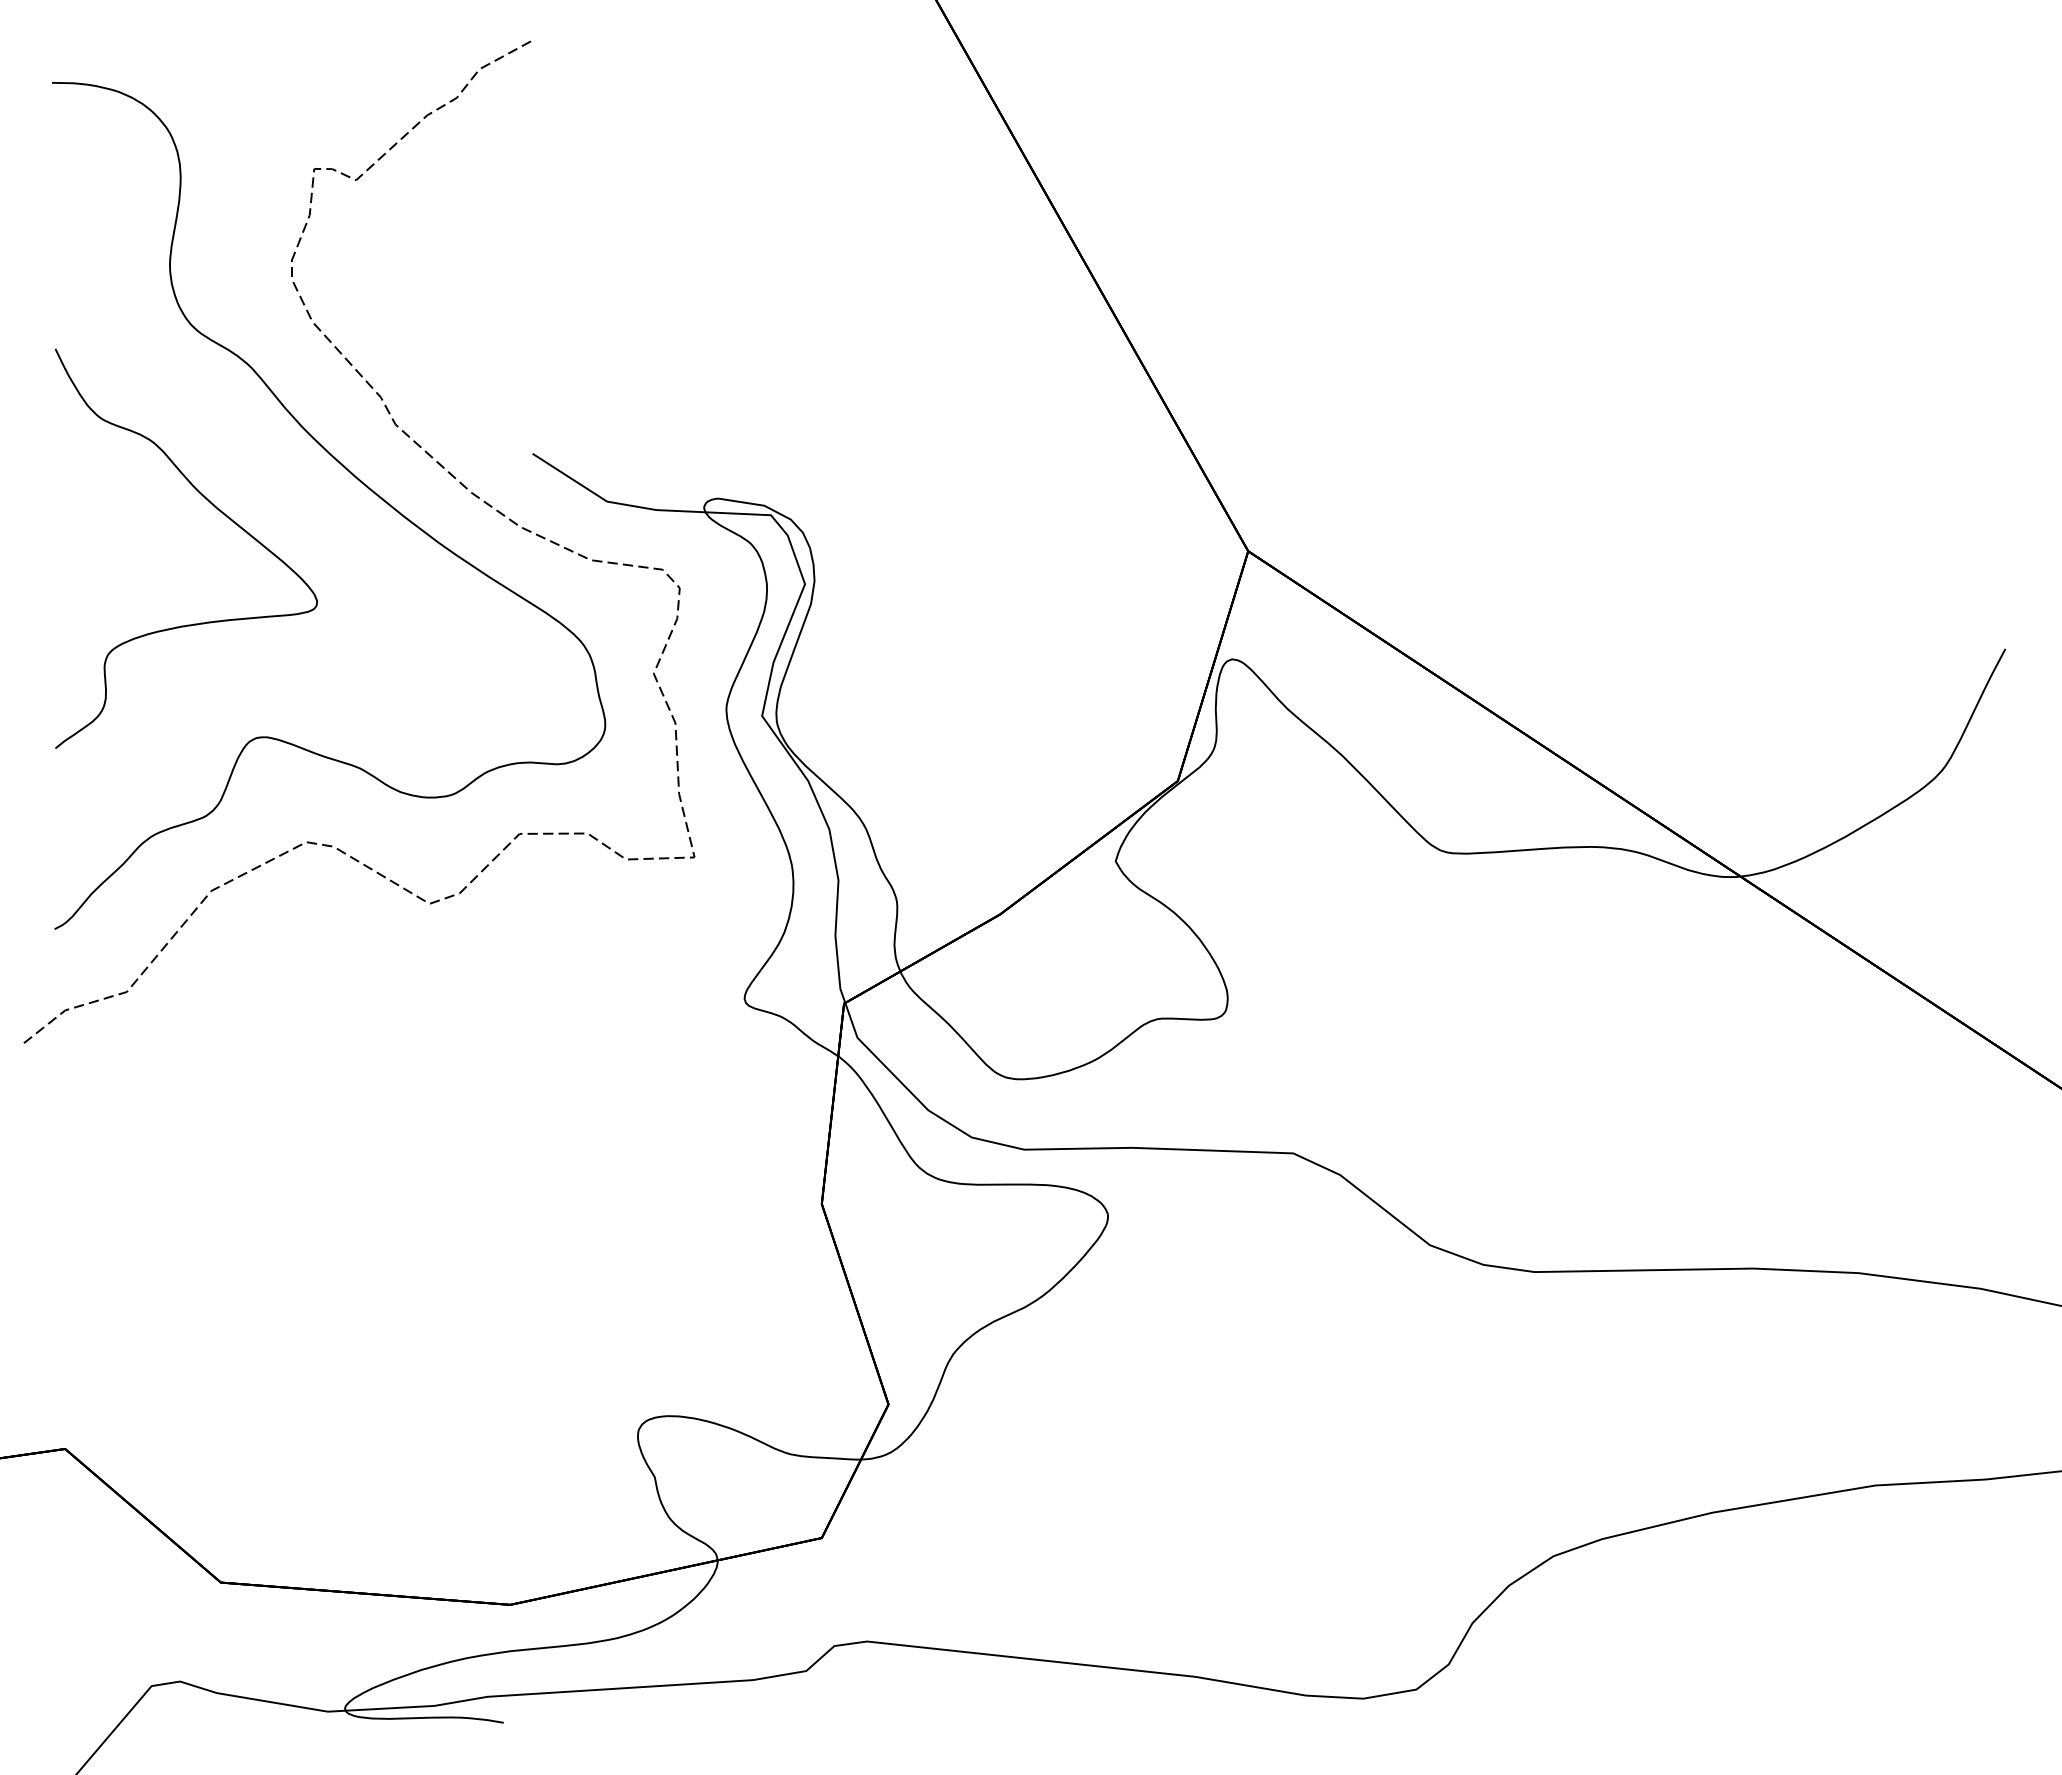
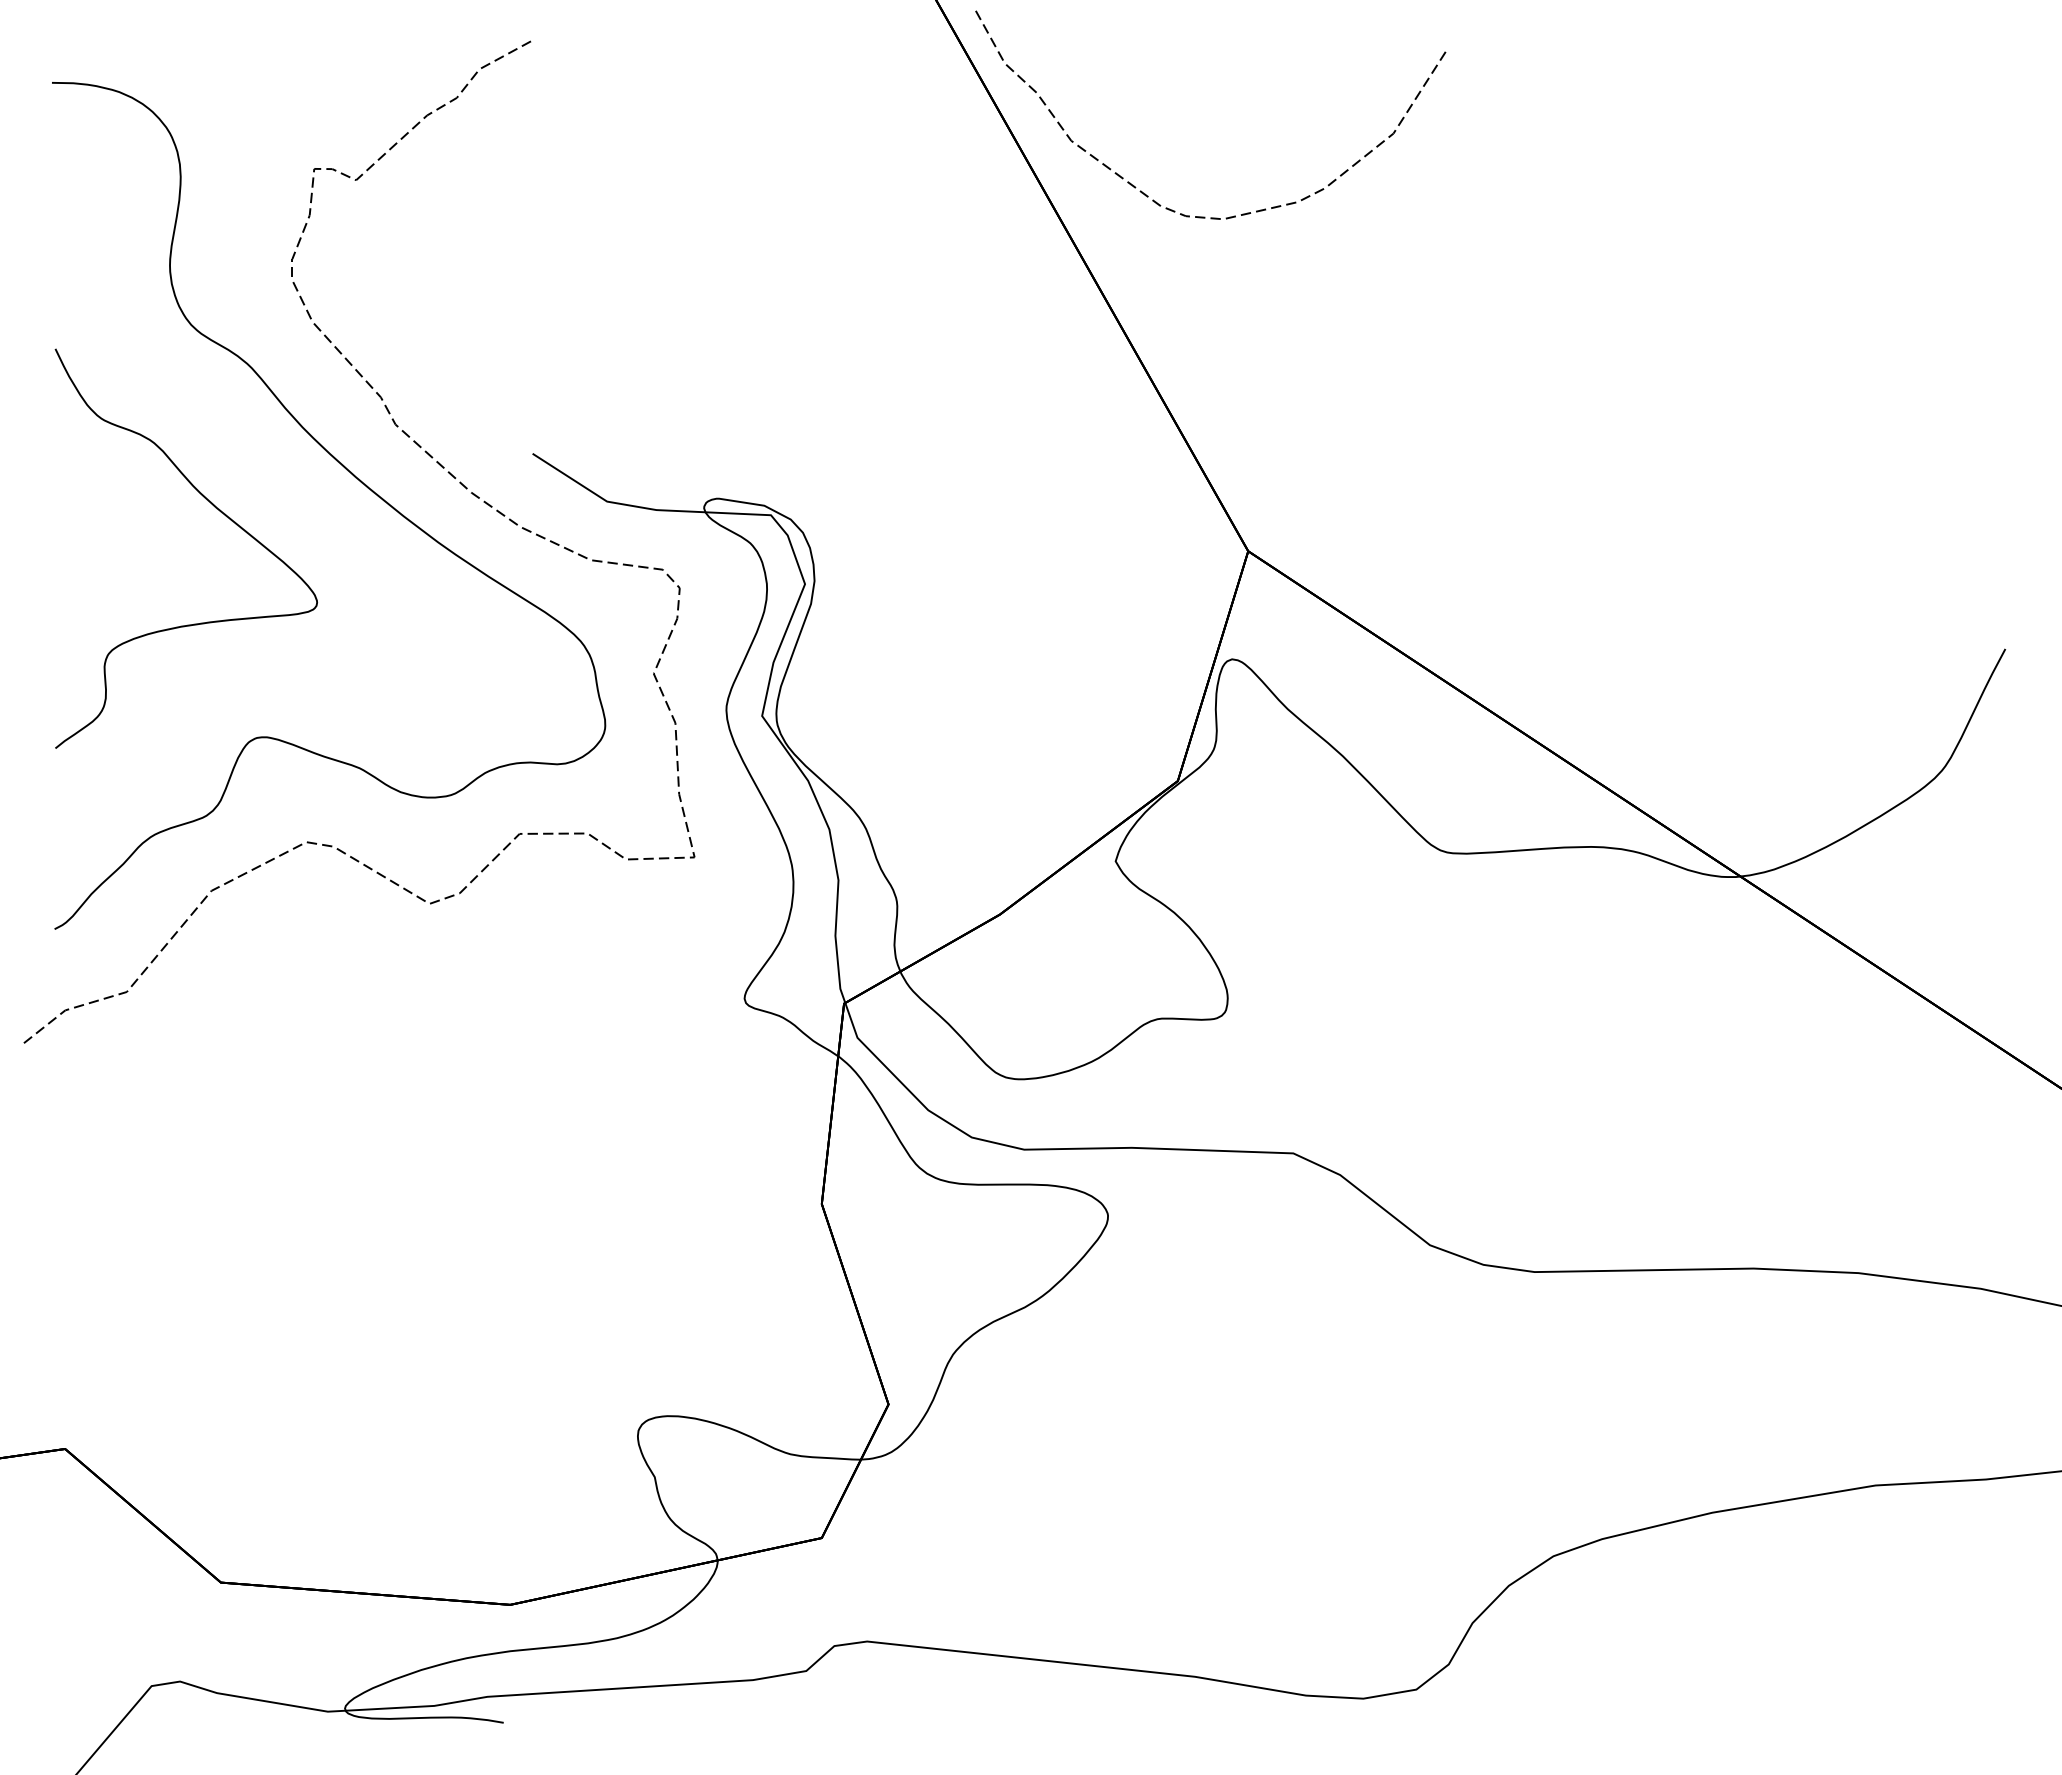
curve at (1204, 216): none -> present
